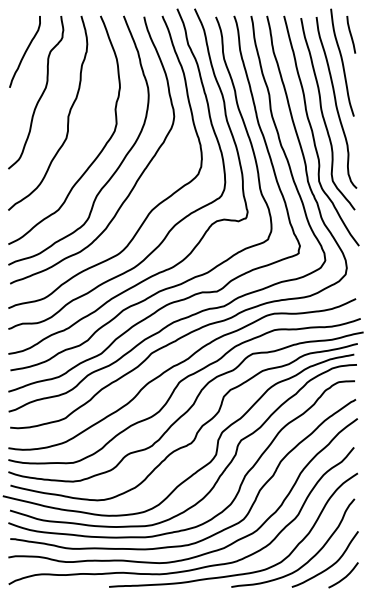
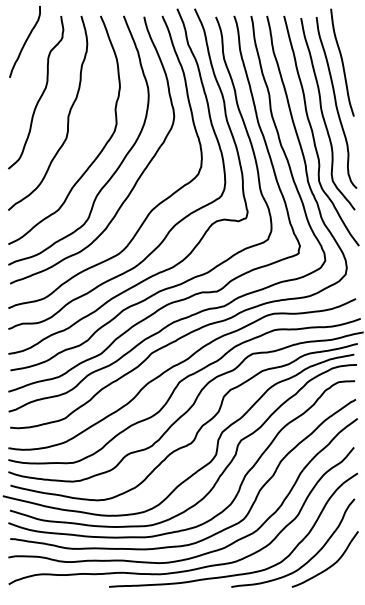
line at (351, 34): present -> none
curve at (24, 51) position: (24, 51) -> (24, 41)
curve at (344, 576): present -> none
